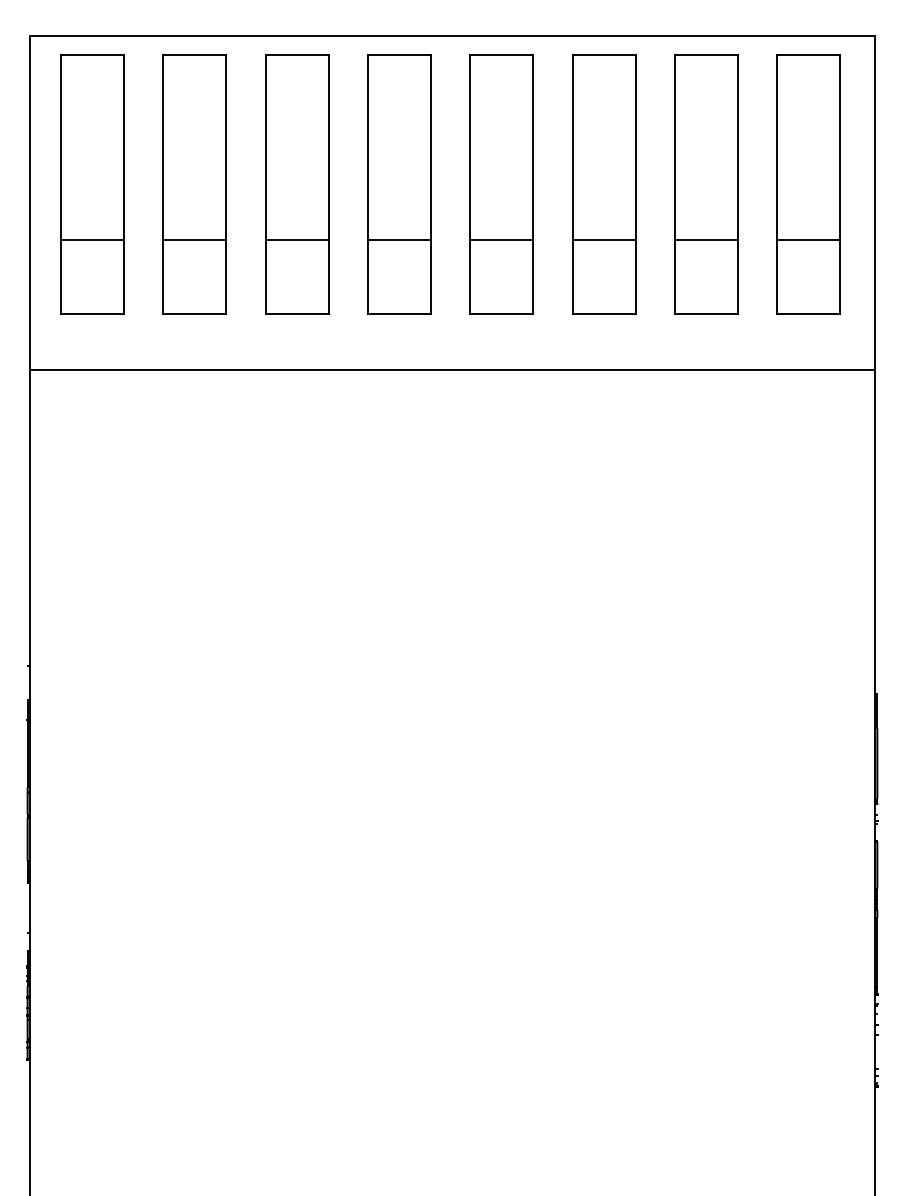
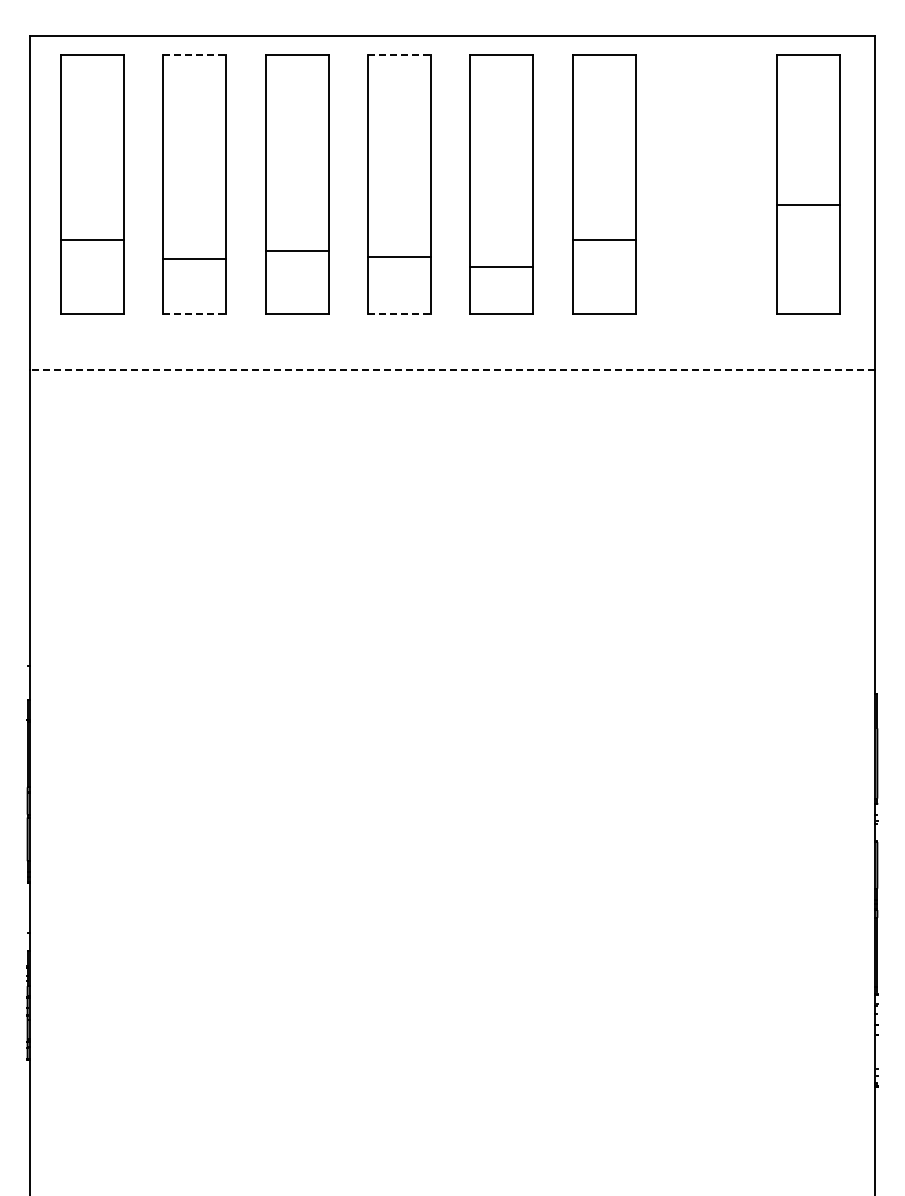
line at (195, 54): solid -> dashed
line at (399, 54): solid -> dashed
part at (706, 184): present -> none
line at (194, 240) position: (194, 240) -> (194, 259)
line at (296, 240) position: (296, 240) -> (296, 251)
line at (398, 240) position: (398, 240) -> (398, 257)
line at (501, 240) position: (501, 240) -> (501, 267)
line at (808, 240) position: (808, 240) -> (808, 205)
line at (195, 314): solid -> dashed
line at (399, 314): solid -> dashed
line at (452, 370): solid -> dashed
